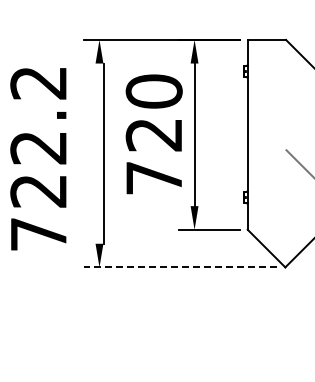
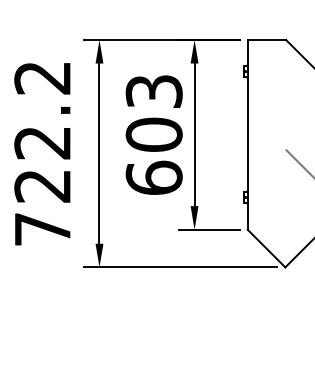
text at (153, 134): 720 -> 603
line at (104, 153) position: (104, 153) -> (99, 153)
text at (38, 159) position: (38, 159) -> (42, 154)
line at (180, 267): dashed -> solid
